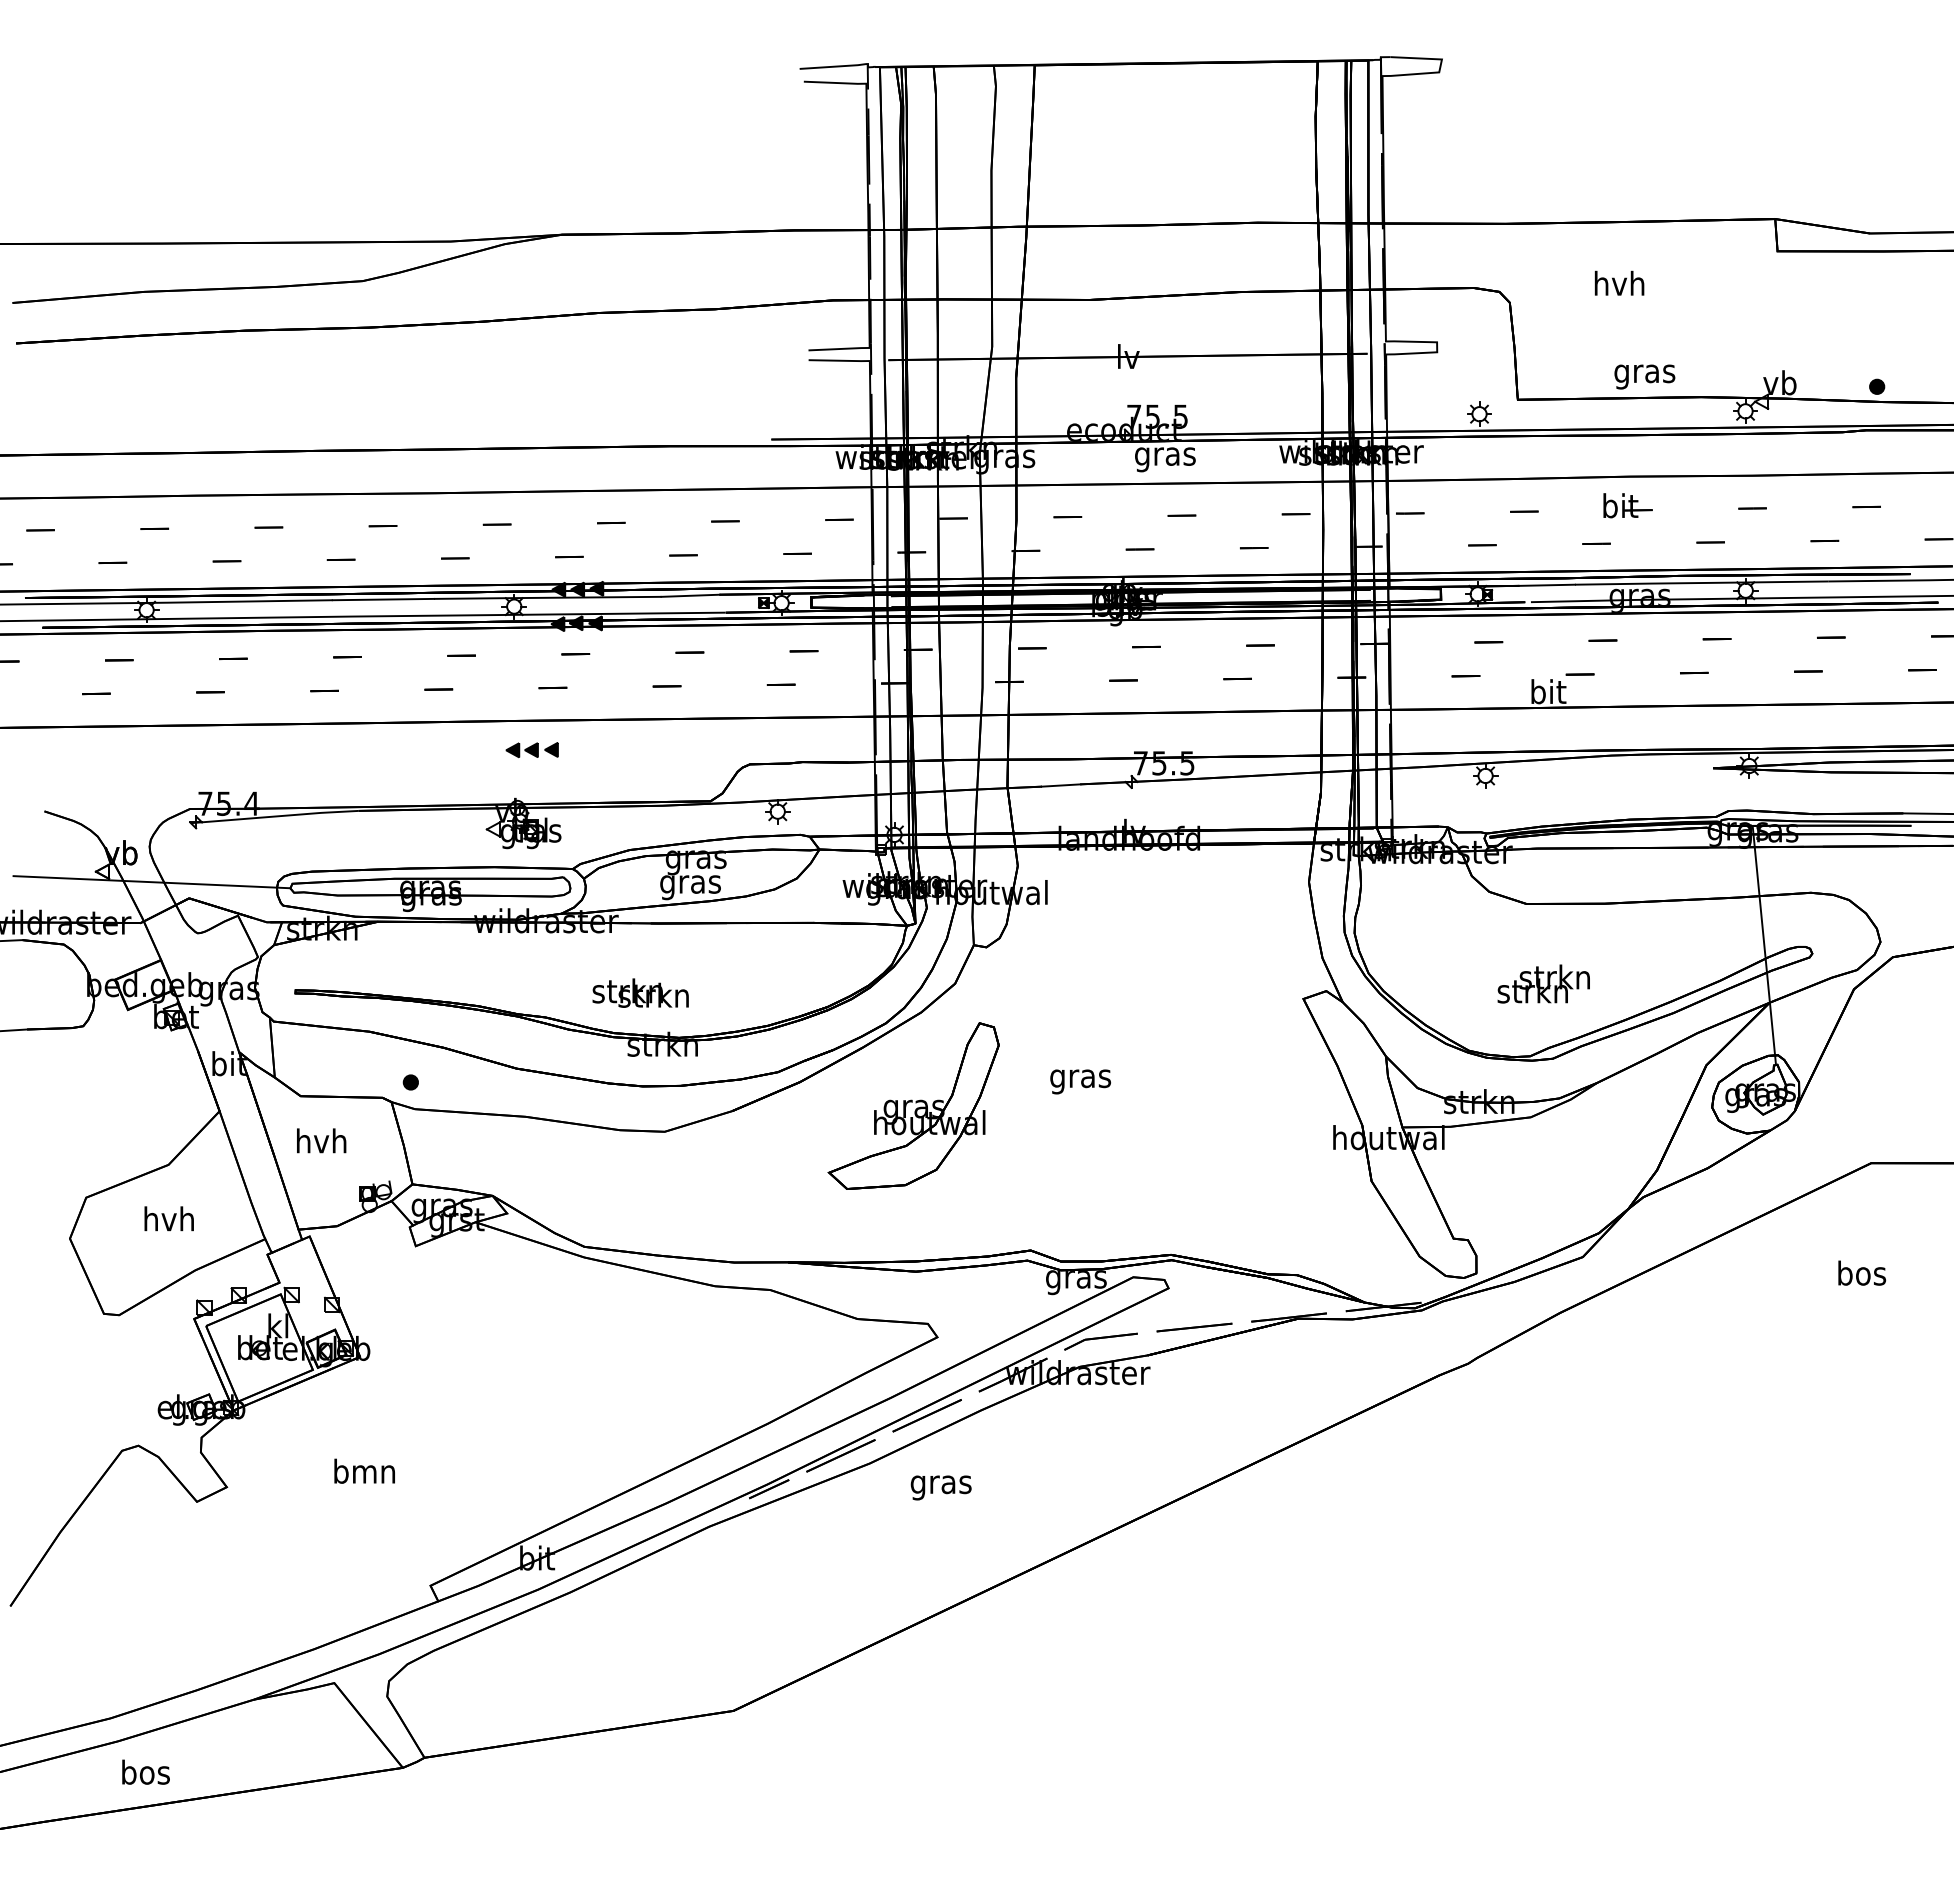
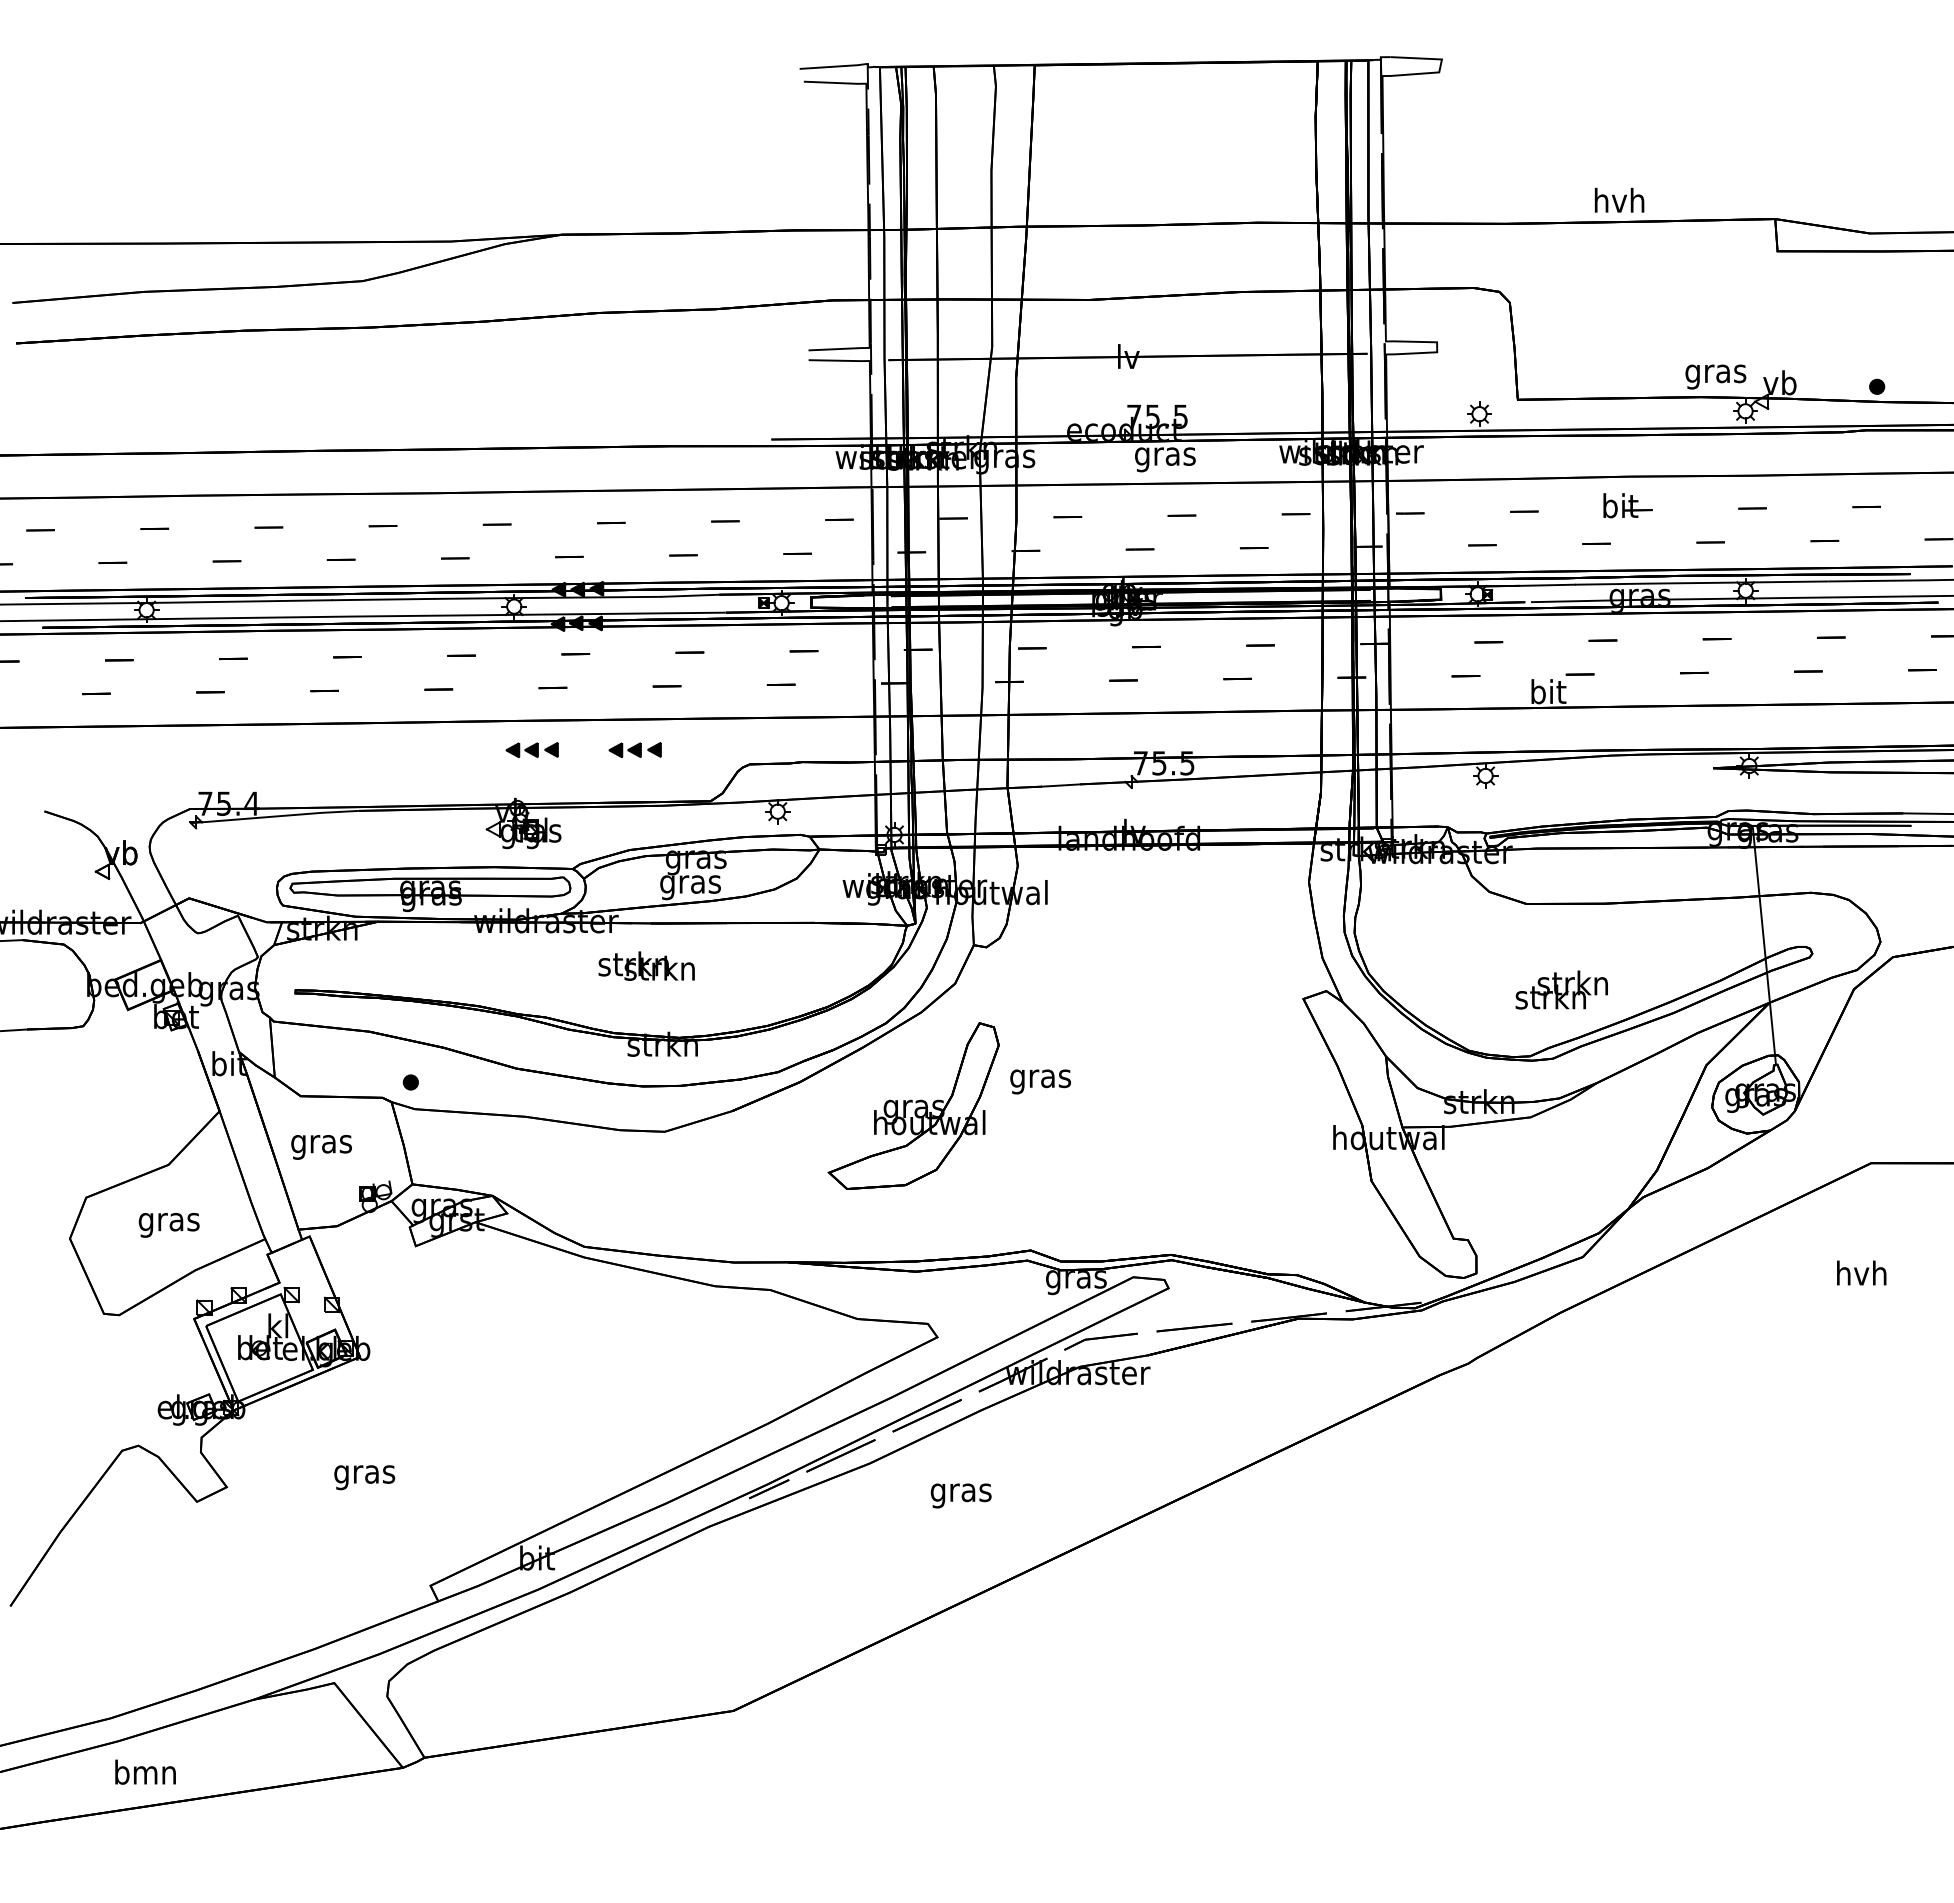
text at (1619, 282) position: (1619, 282) -> (1619, 199)
text at (1644, 376) position: (1644, 376) -> (1715, 376)
part at (634, 750): none -> present
line at (151, 882): present -> none
text at (1543, 983) position: (1543, 983) -> (1561, 989)
text at (640, 992) position: (640, 992) -> (646, 965)
text at (1080, 1081) position: (1080, 1081) -> (1040, 1081)
text at (321, 1143): hvh -> gras
text at (168, 1221): hvh -> gras
text at (1861, 1272): bos -> hvh
text at (364, 1474): bmn -> gras
text at (940, 1487) position: (940, 1487) -> (960, 1495)
text at (145, 1771): bos -> bmn
